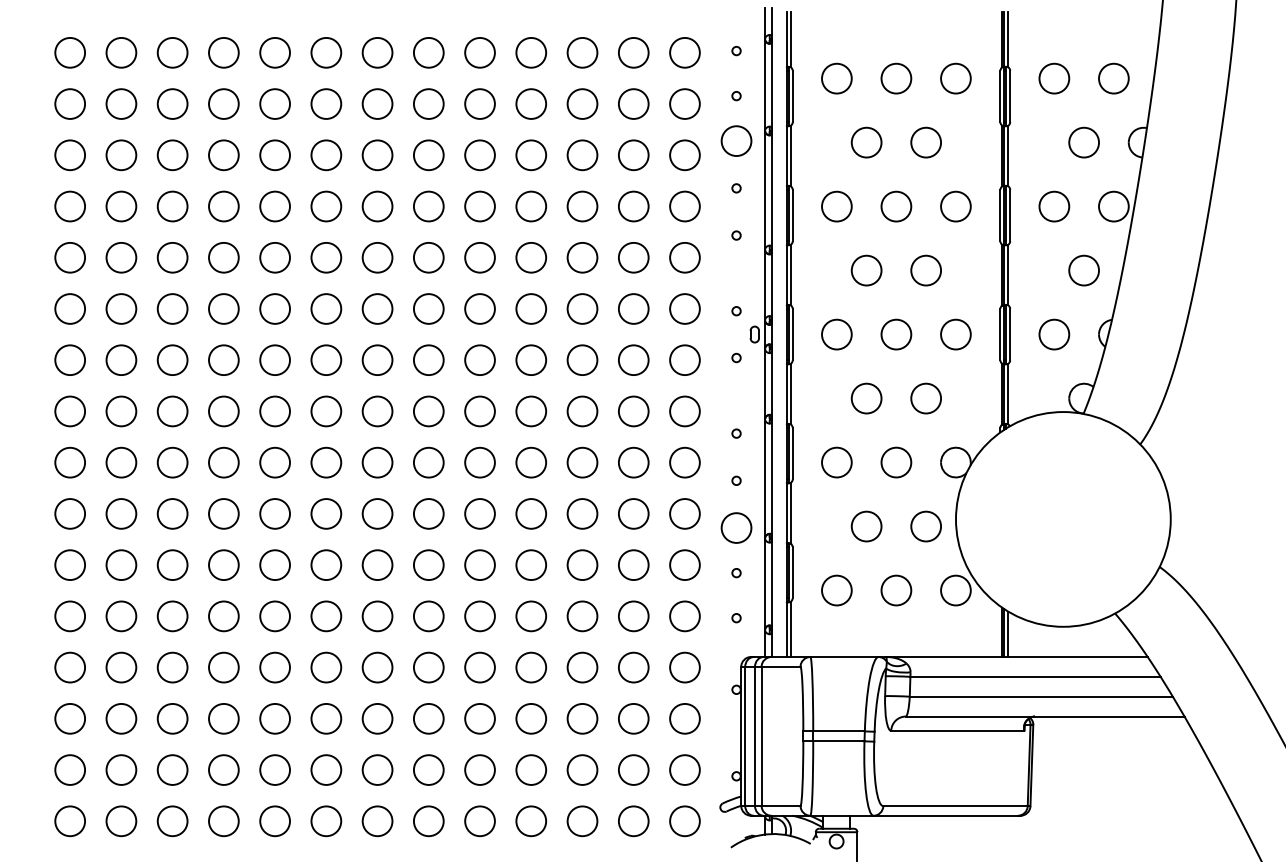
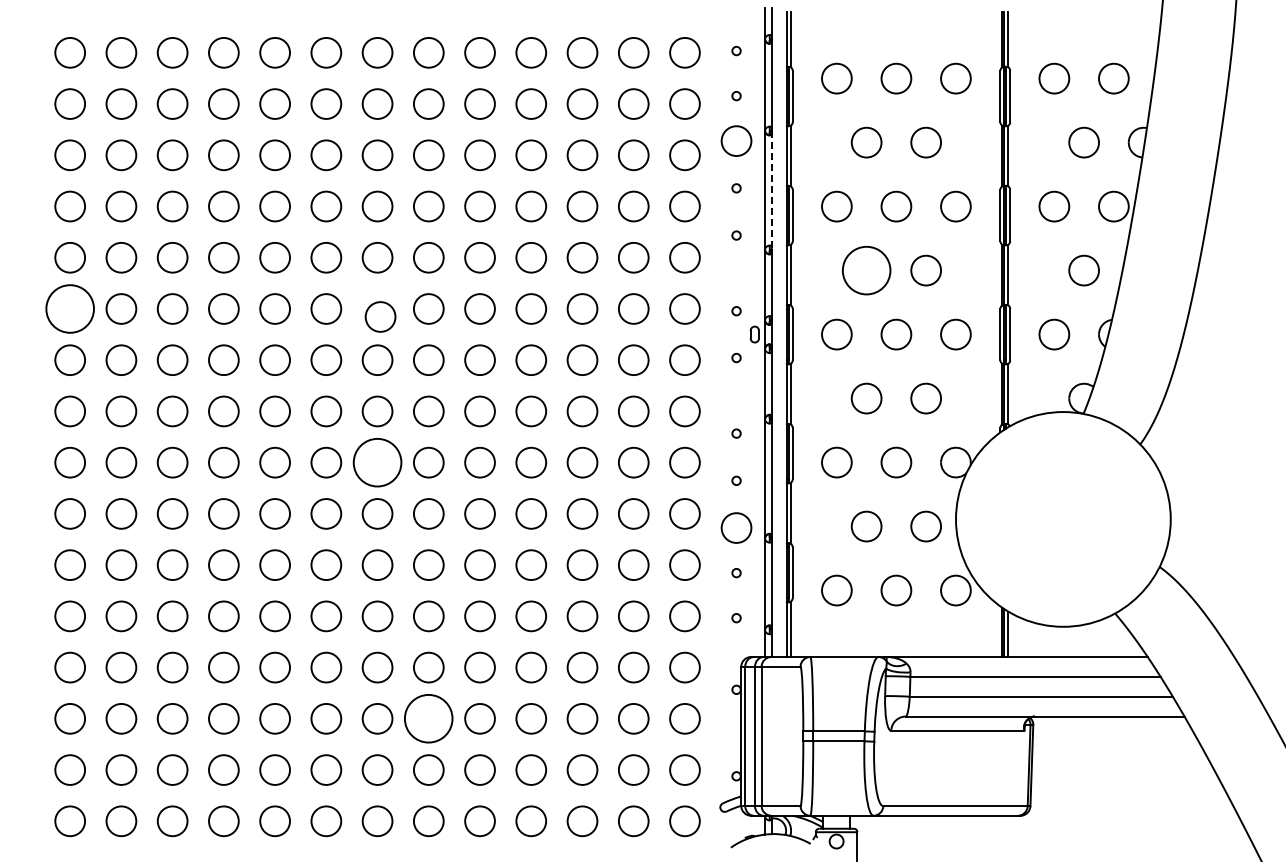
line at (771, 191): solid -> dashed
circle at (866, 270) diameter: 30 px -> 48 px
circle at (70, 308) diameter: 30 px -> 48 px
circle at (377, 308) position: (377, 308) -> (380, 316)
circle at (377, 462) diameter: 30 px -> 48 px
circle at (428, 718) size: 32x32 px -> 50x50 px
